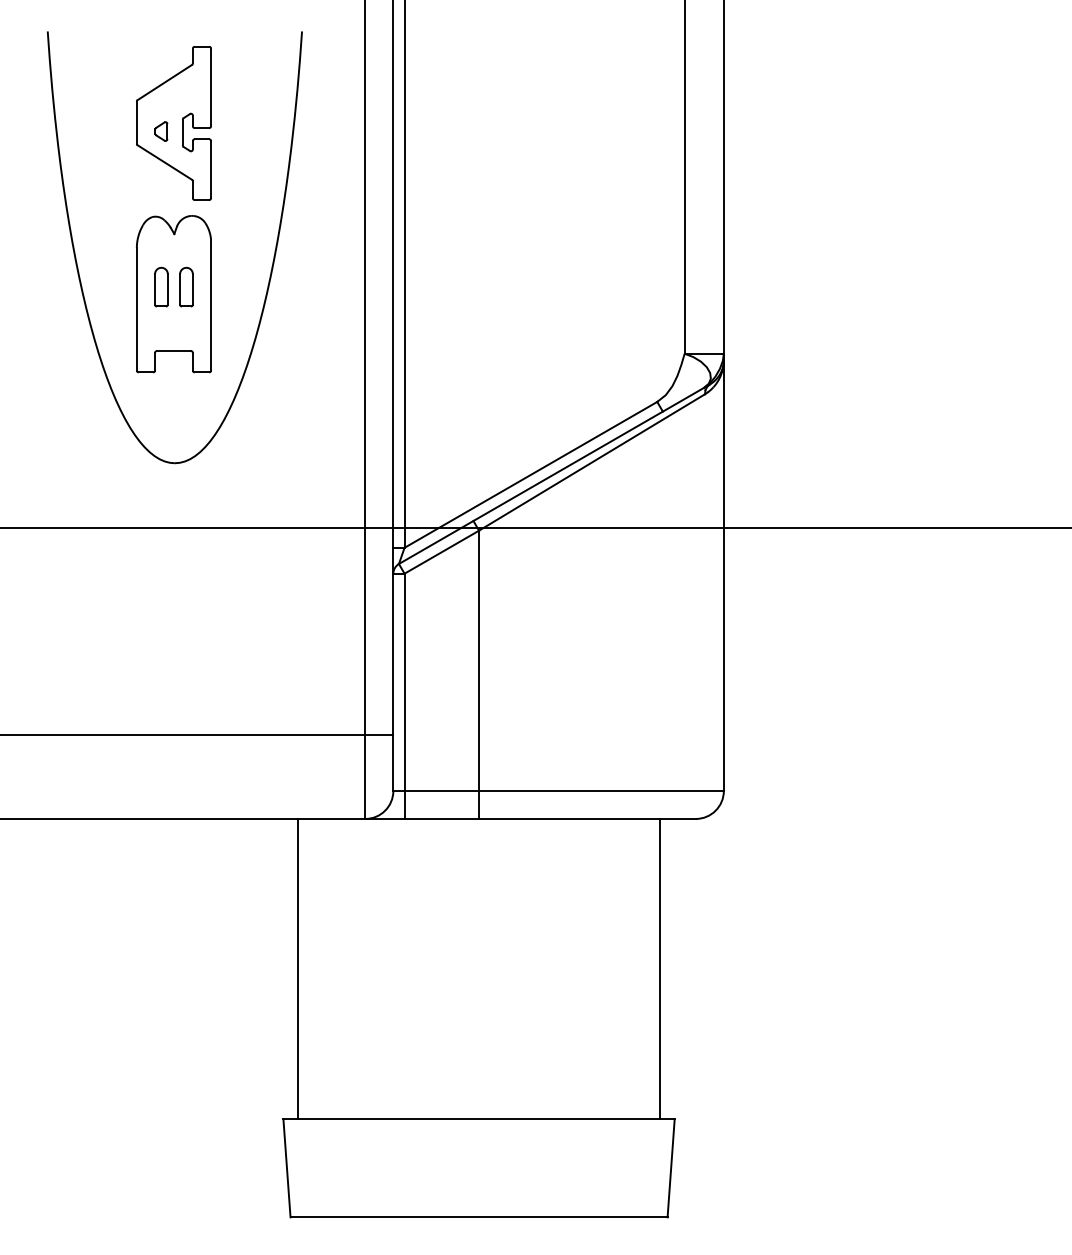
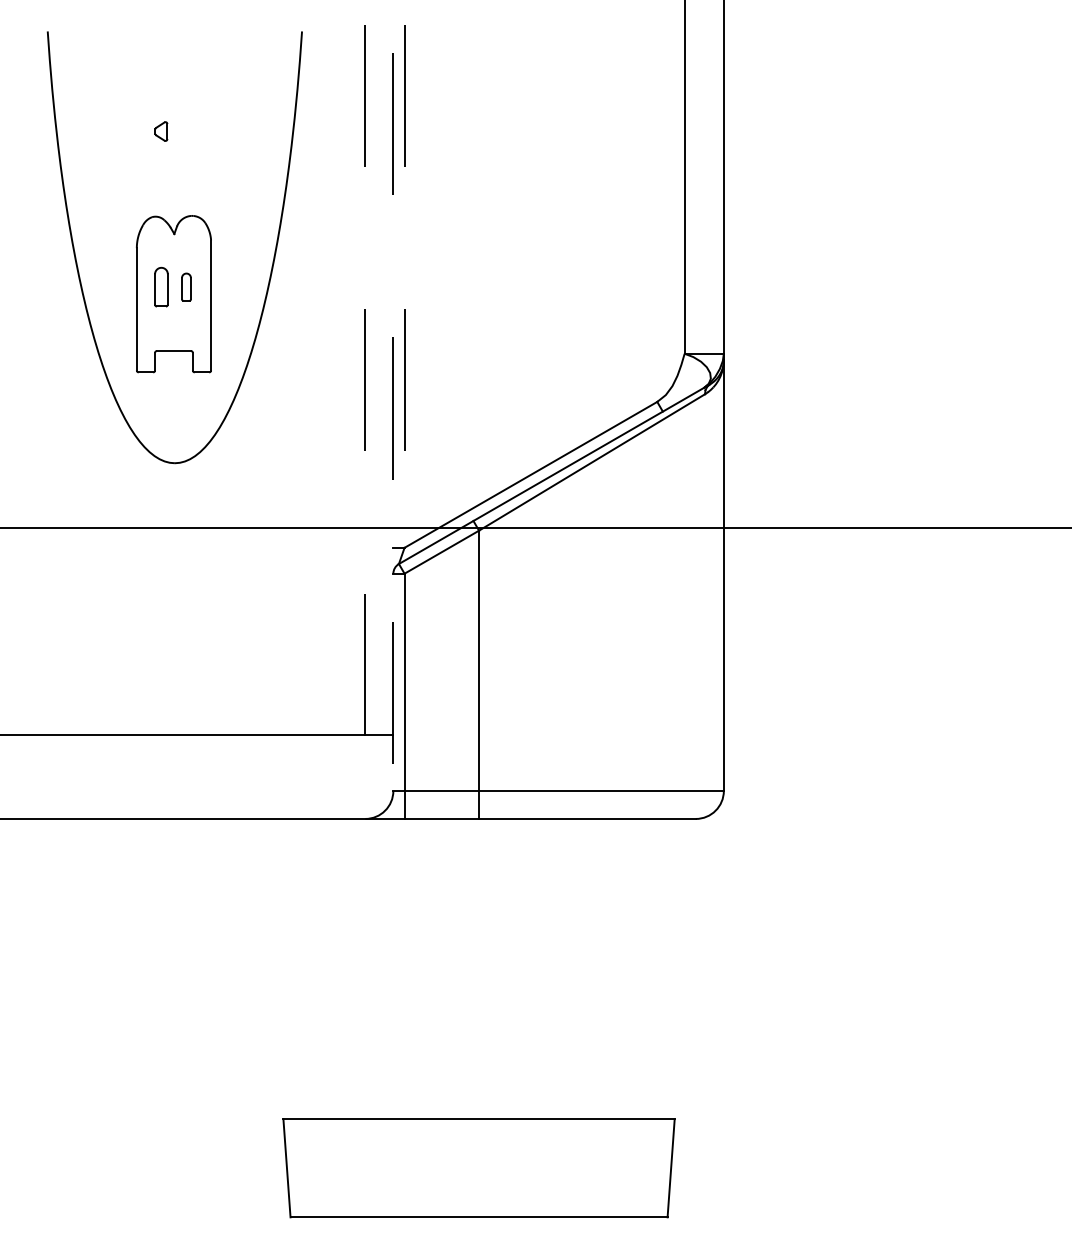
part at (173, 123): present -> none
line at (404, 273): solid -> dashed
part at (186, 286) size: 15x42 px -> 11x30 px
line at (393, 396): solid -> dashed
line at (365, 410): solid -> dashed
line at (297, 968): present -> none
line at (660, 968): present -> none
